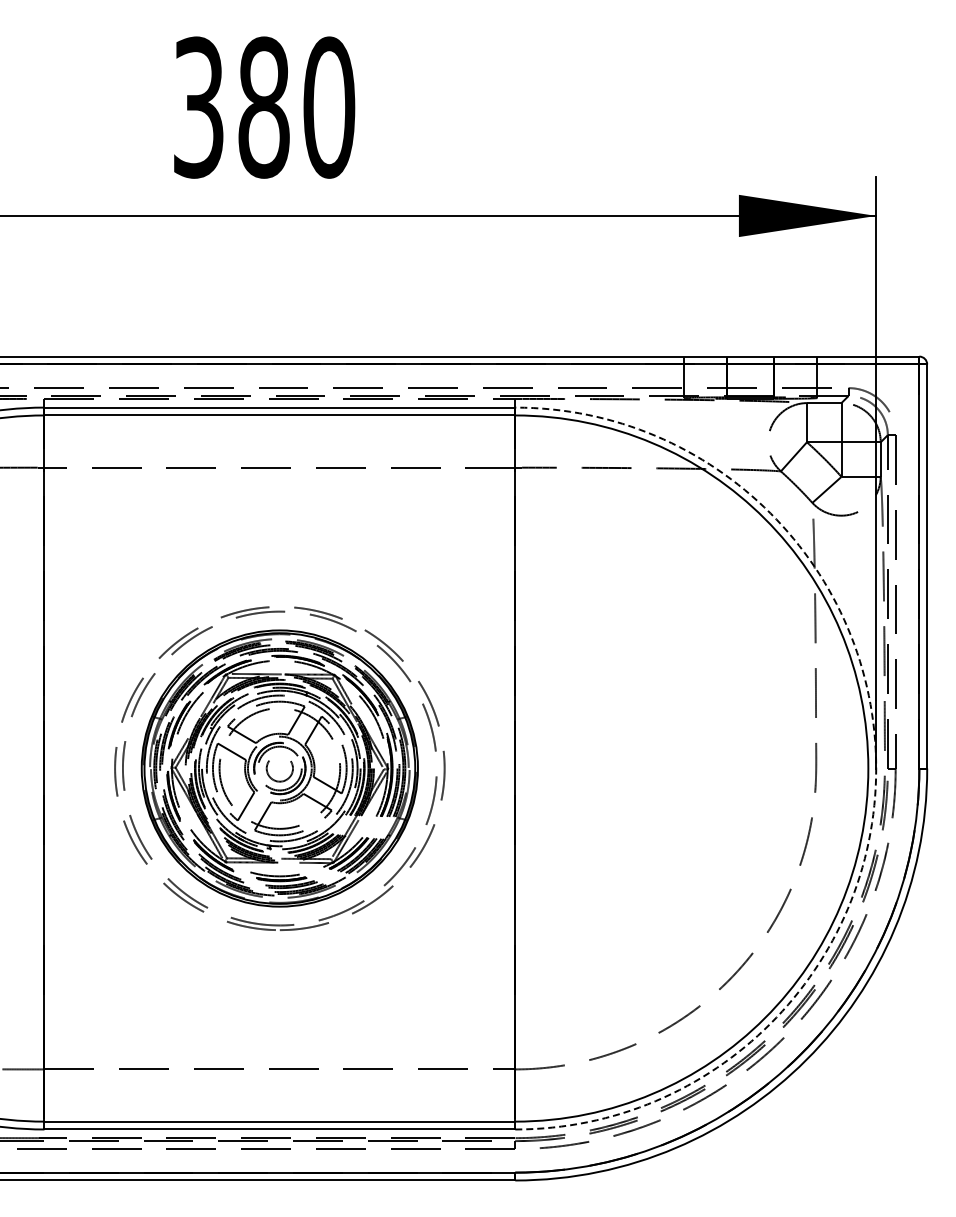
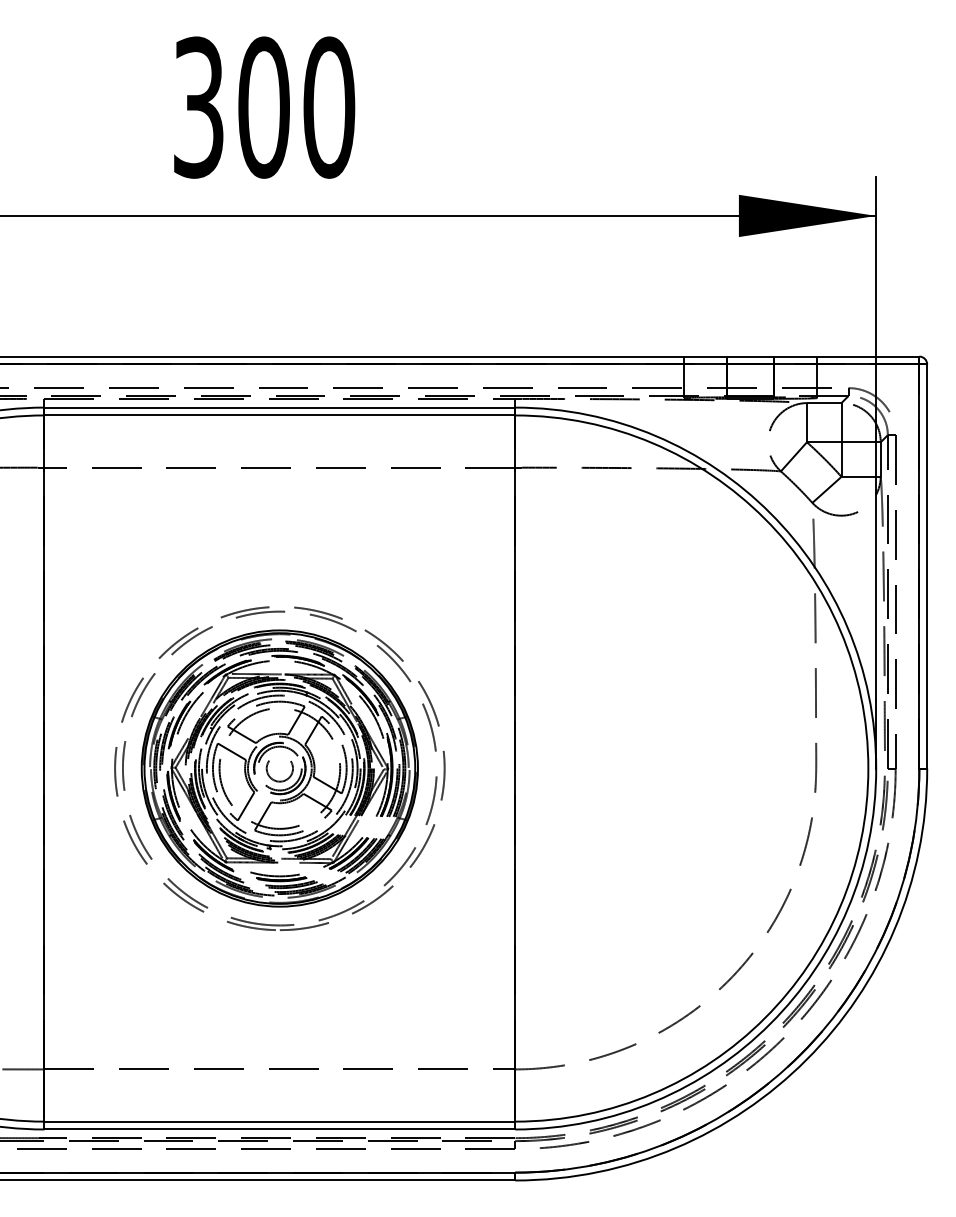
text at (263, 107): 380 -> 300
arc at (876, 768): dashed -> solid
